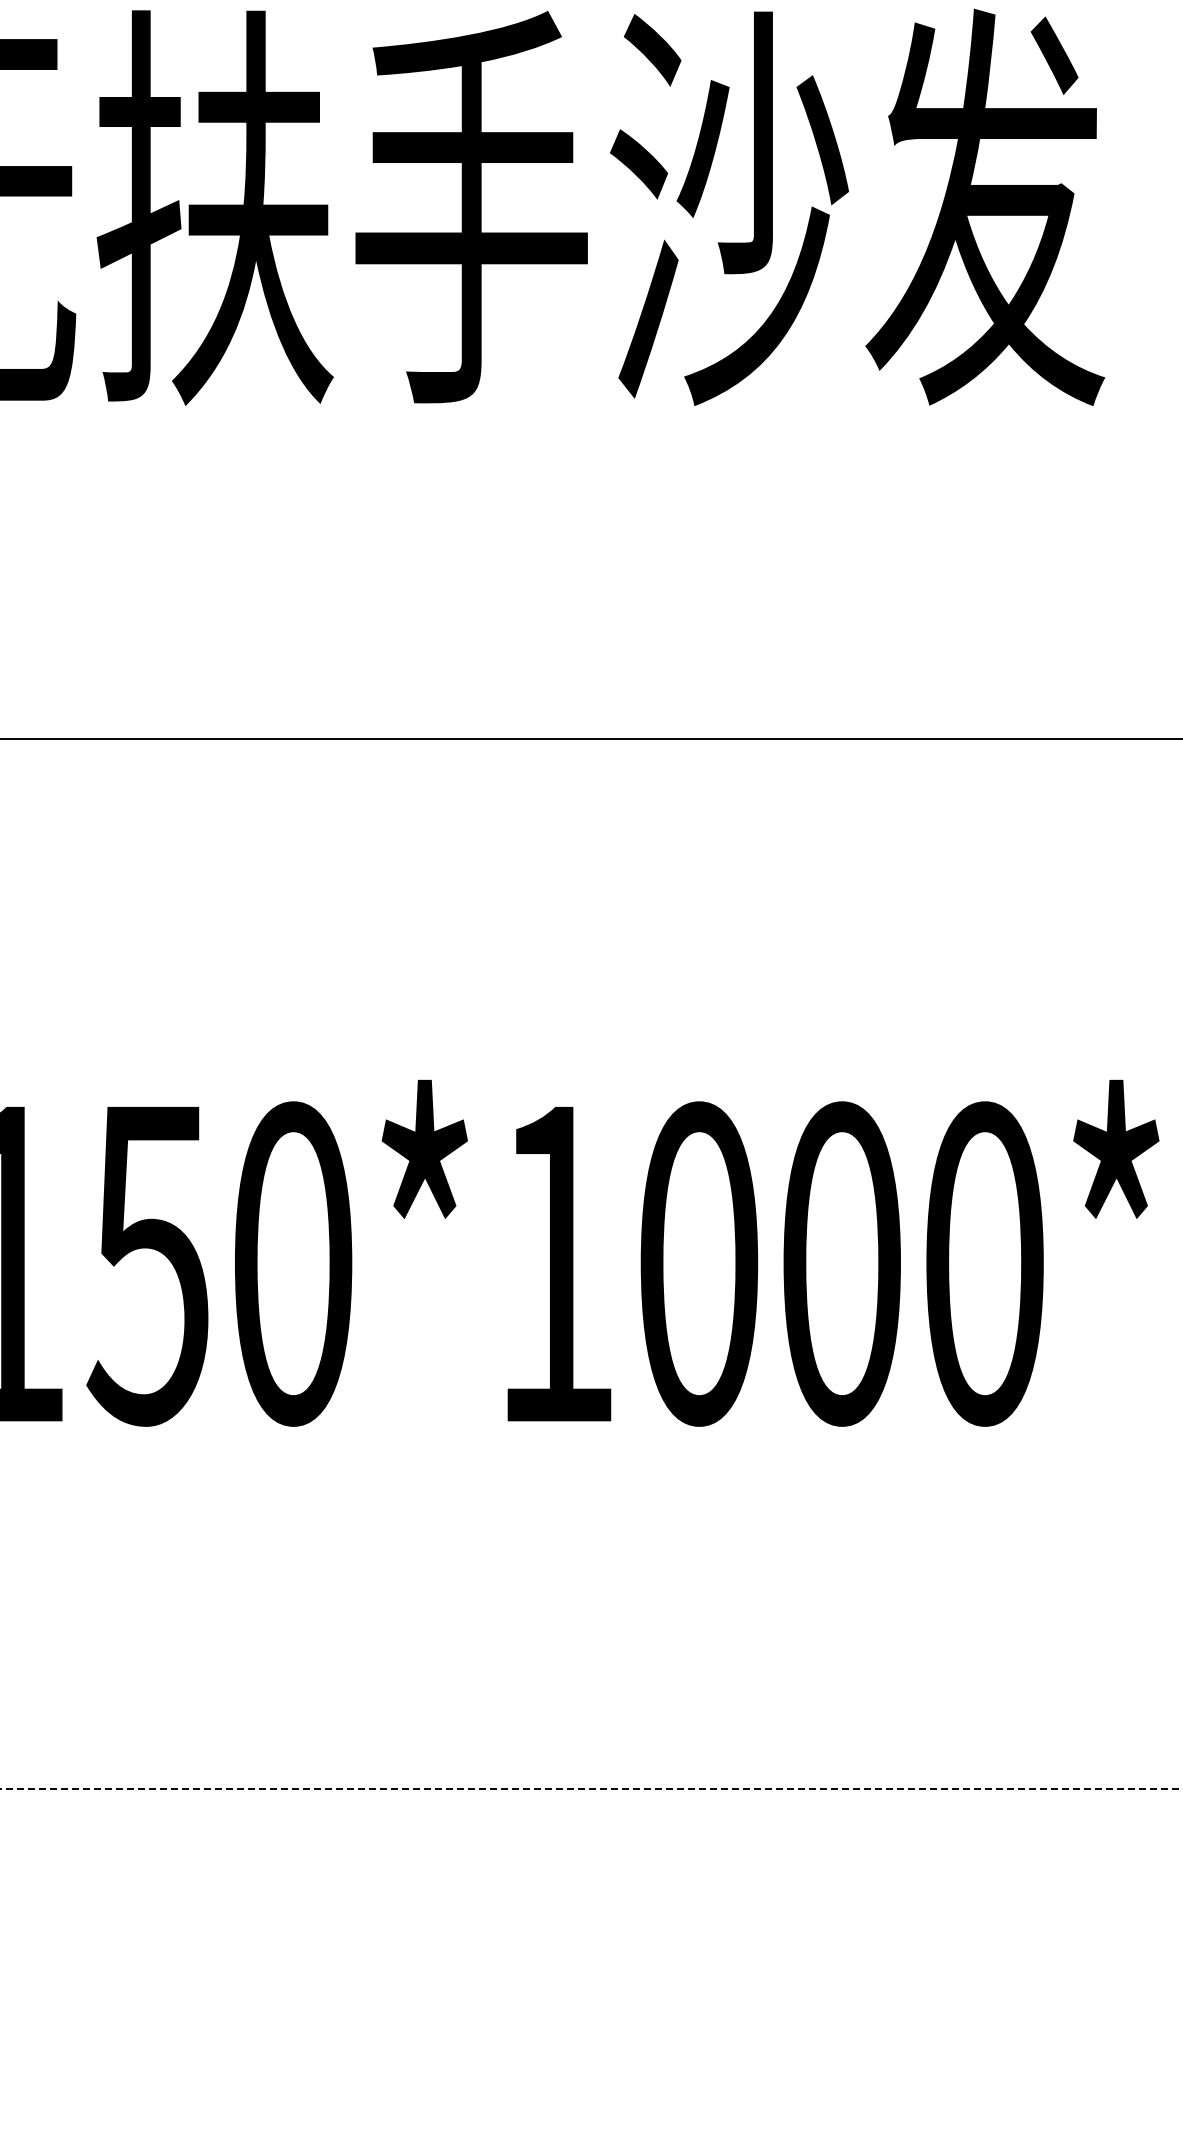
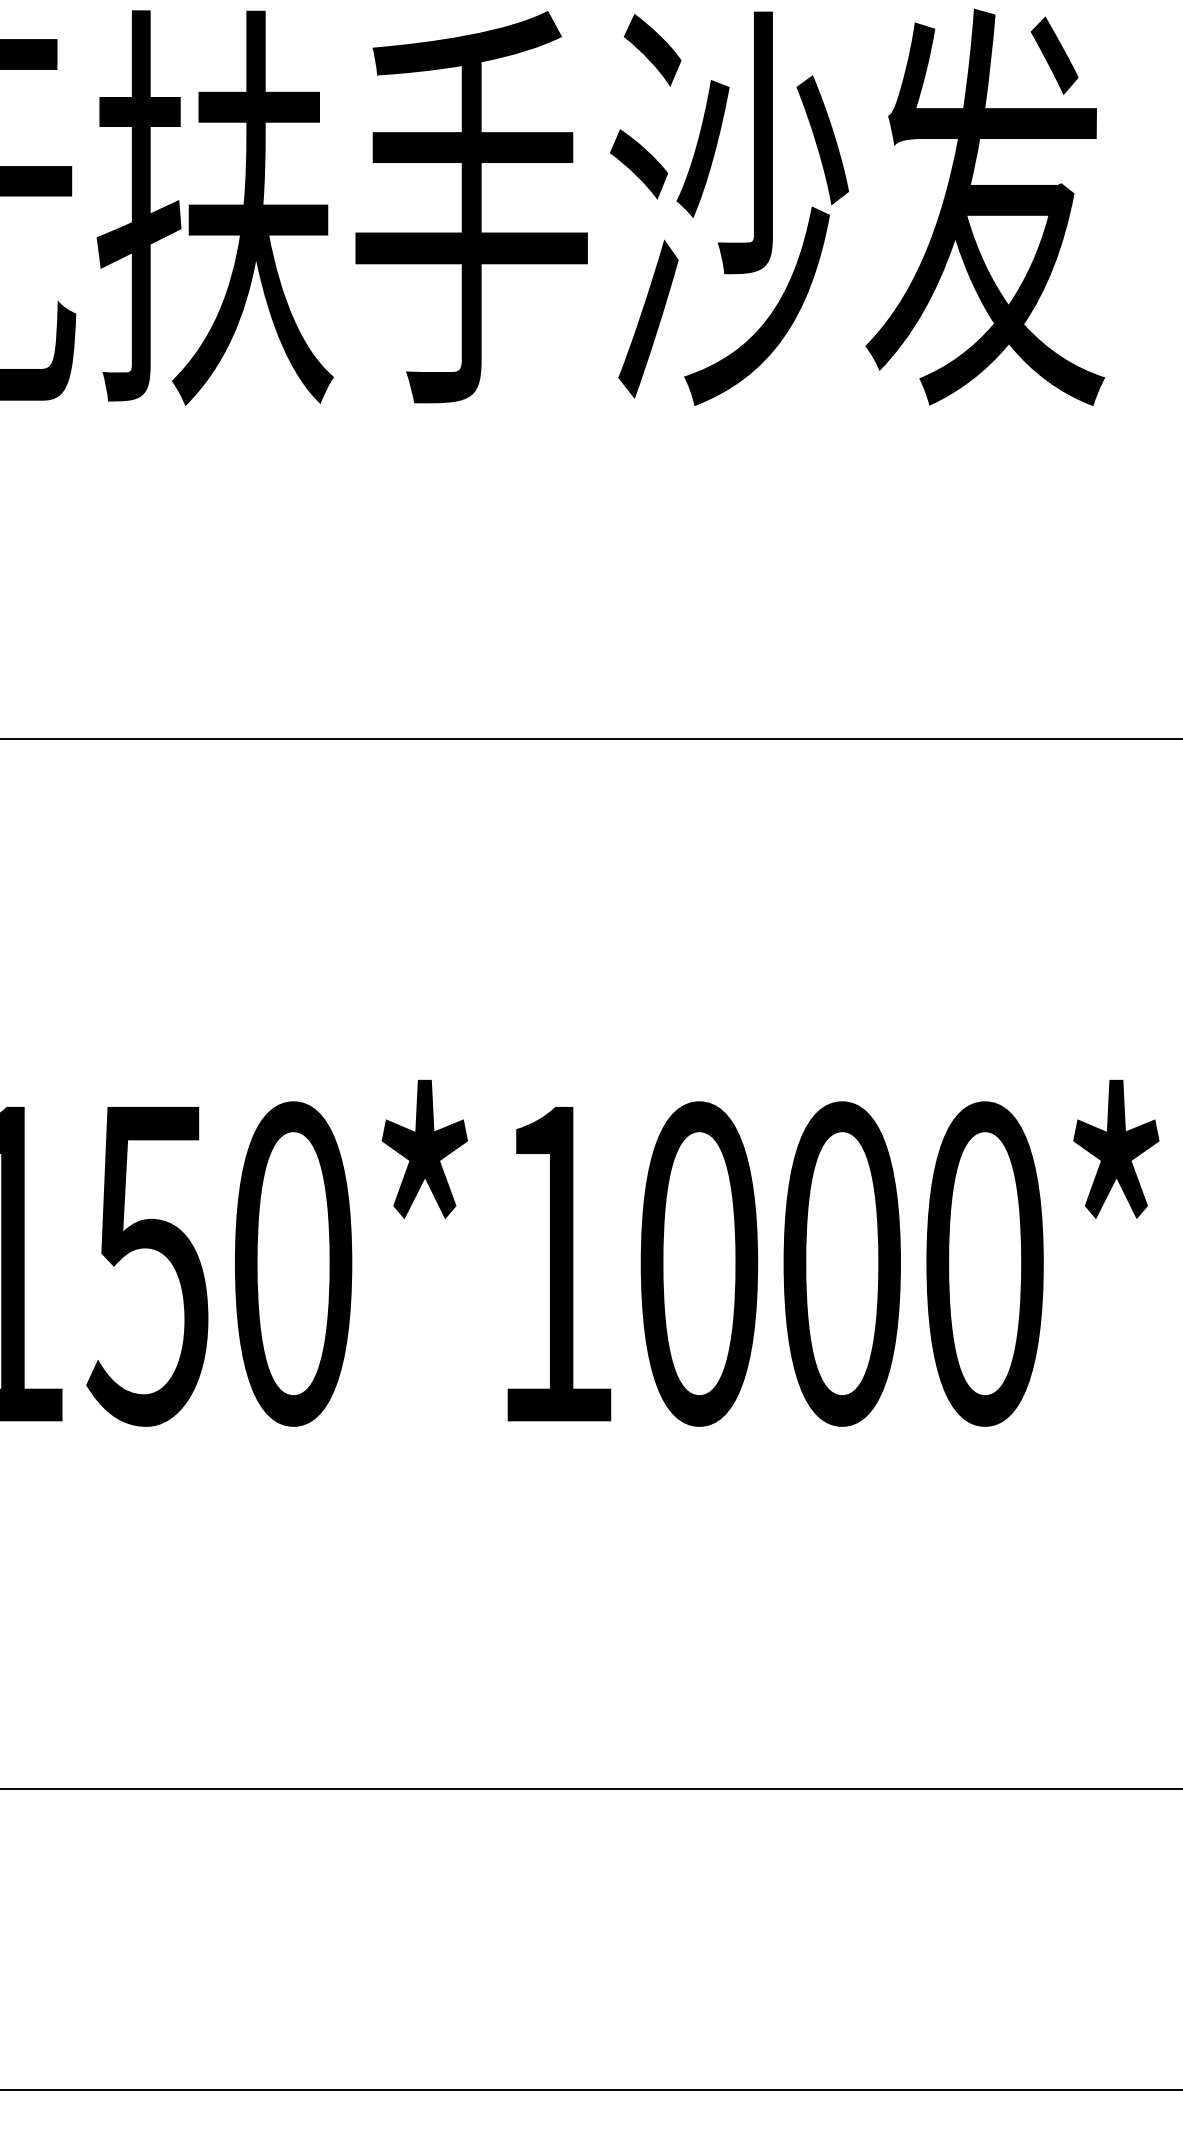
line at (591, 1789): dashed -> solid
line at (590, 2089): none -> present
